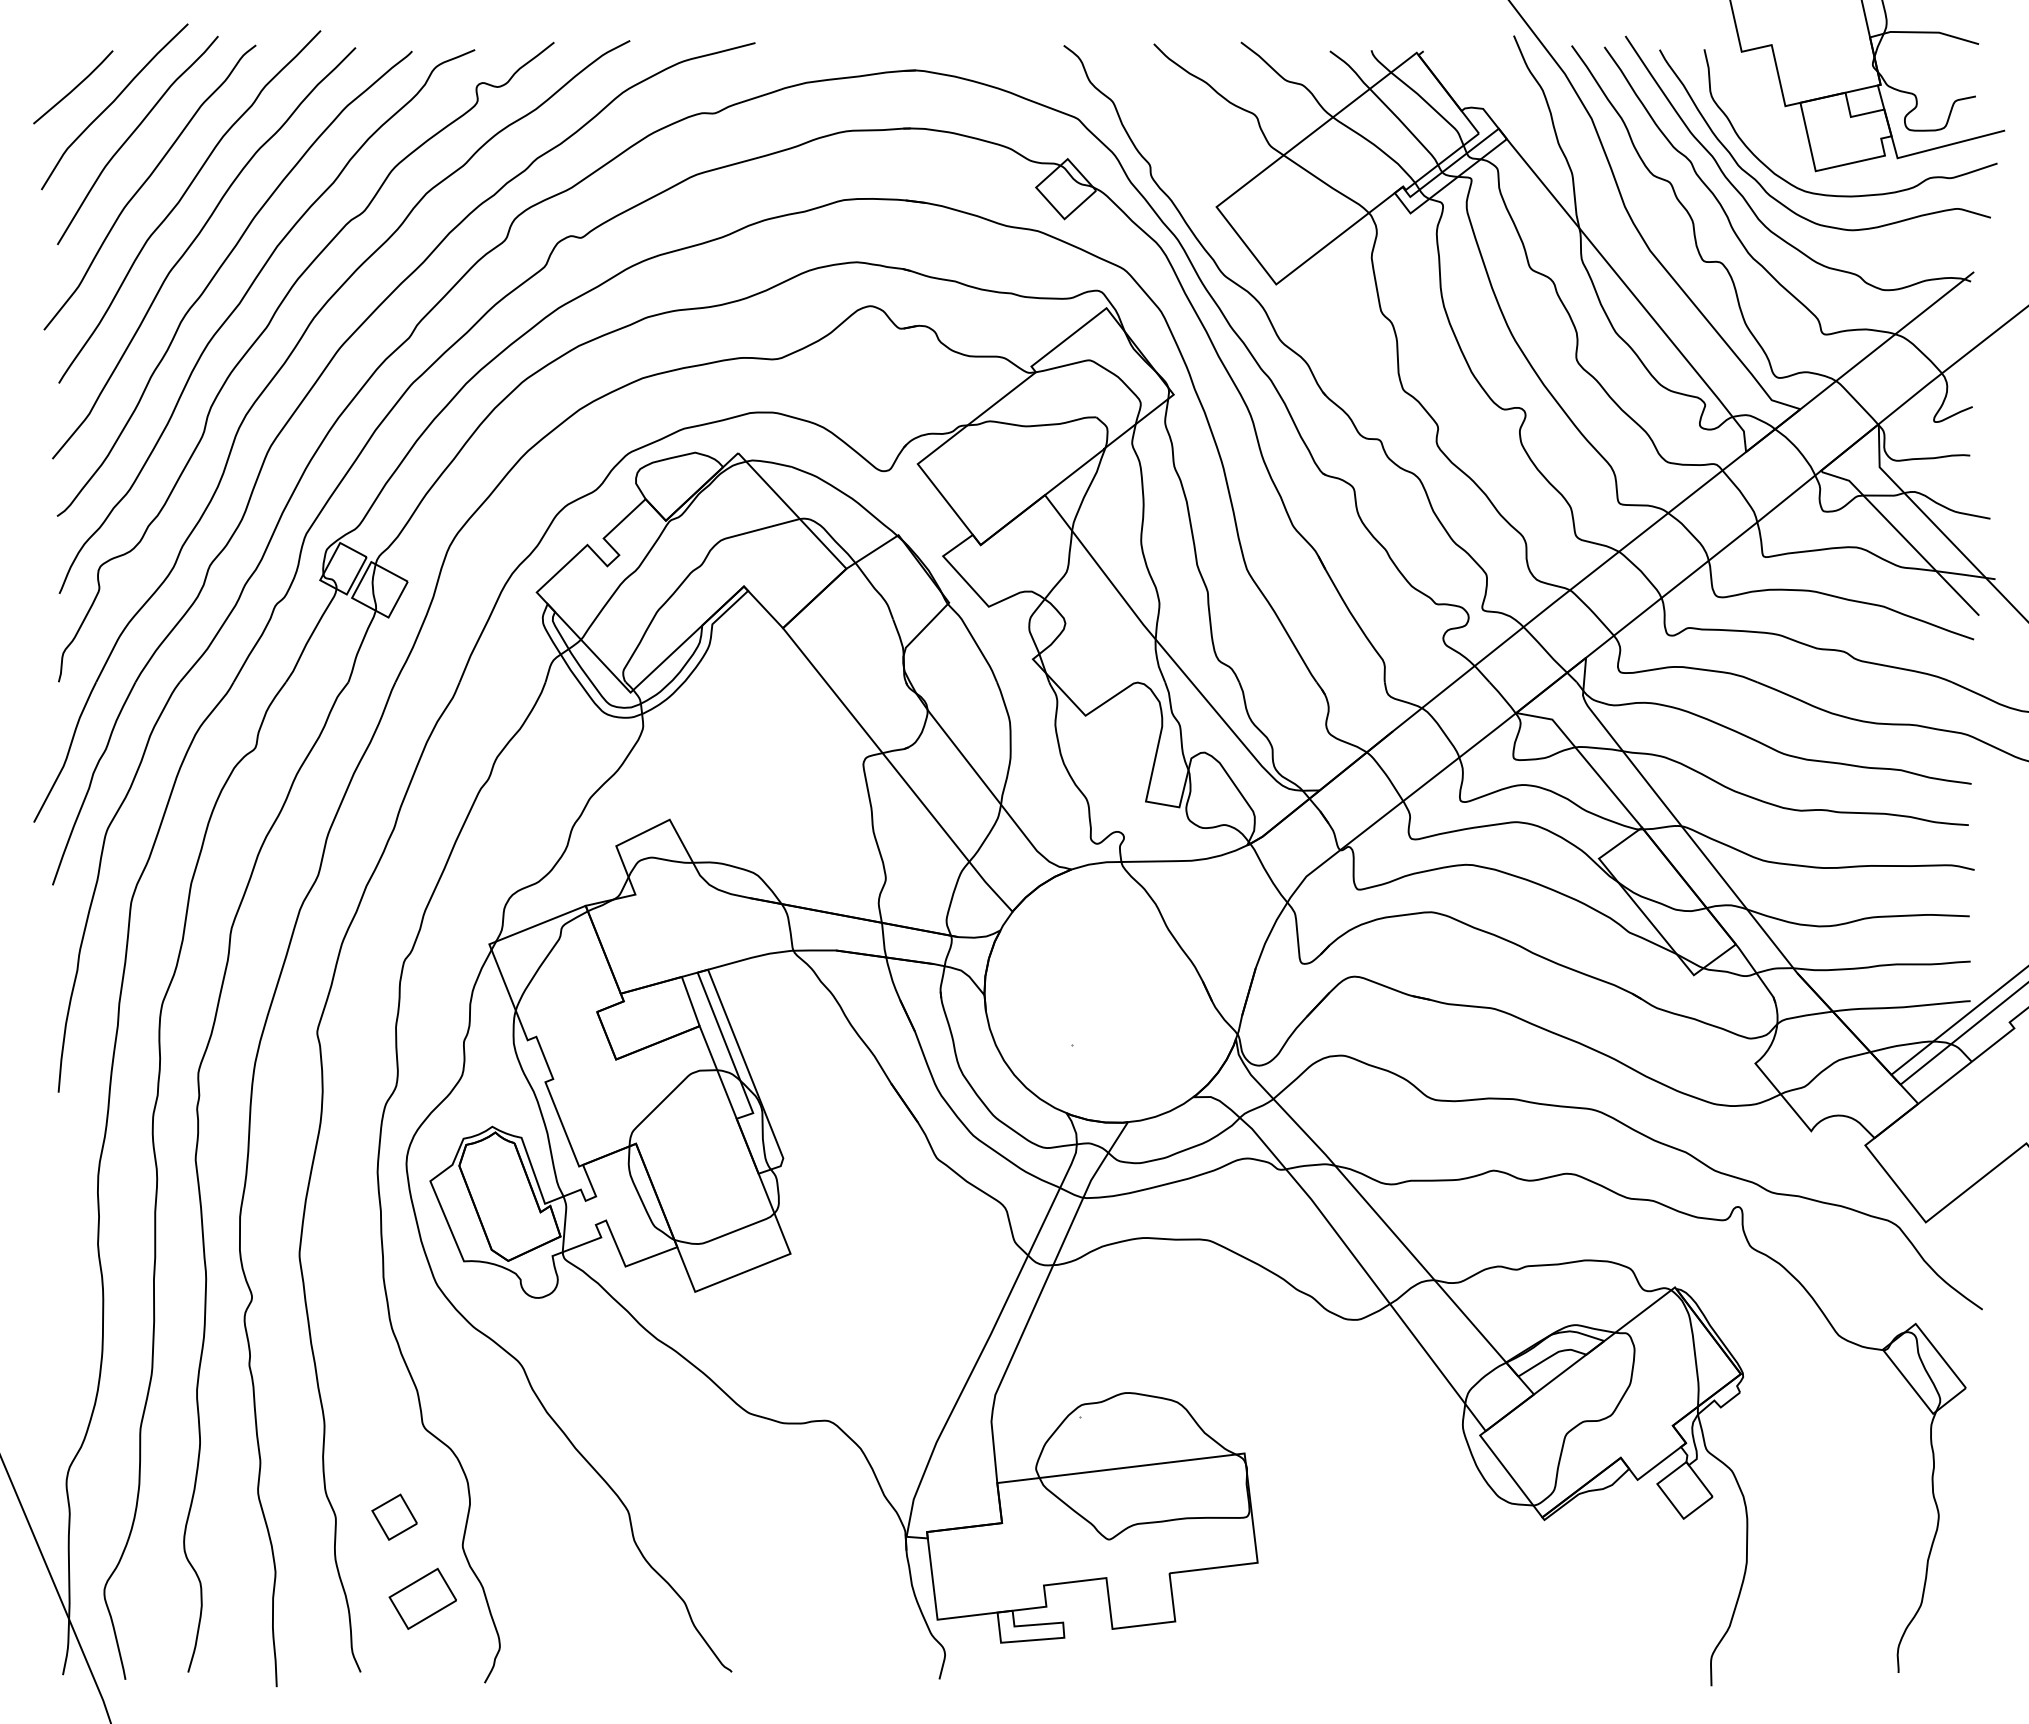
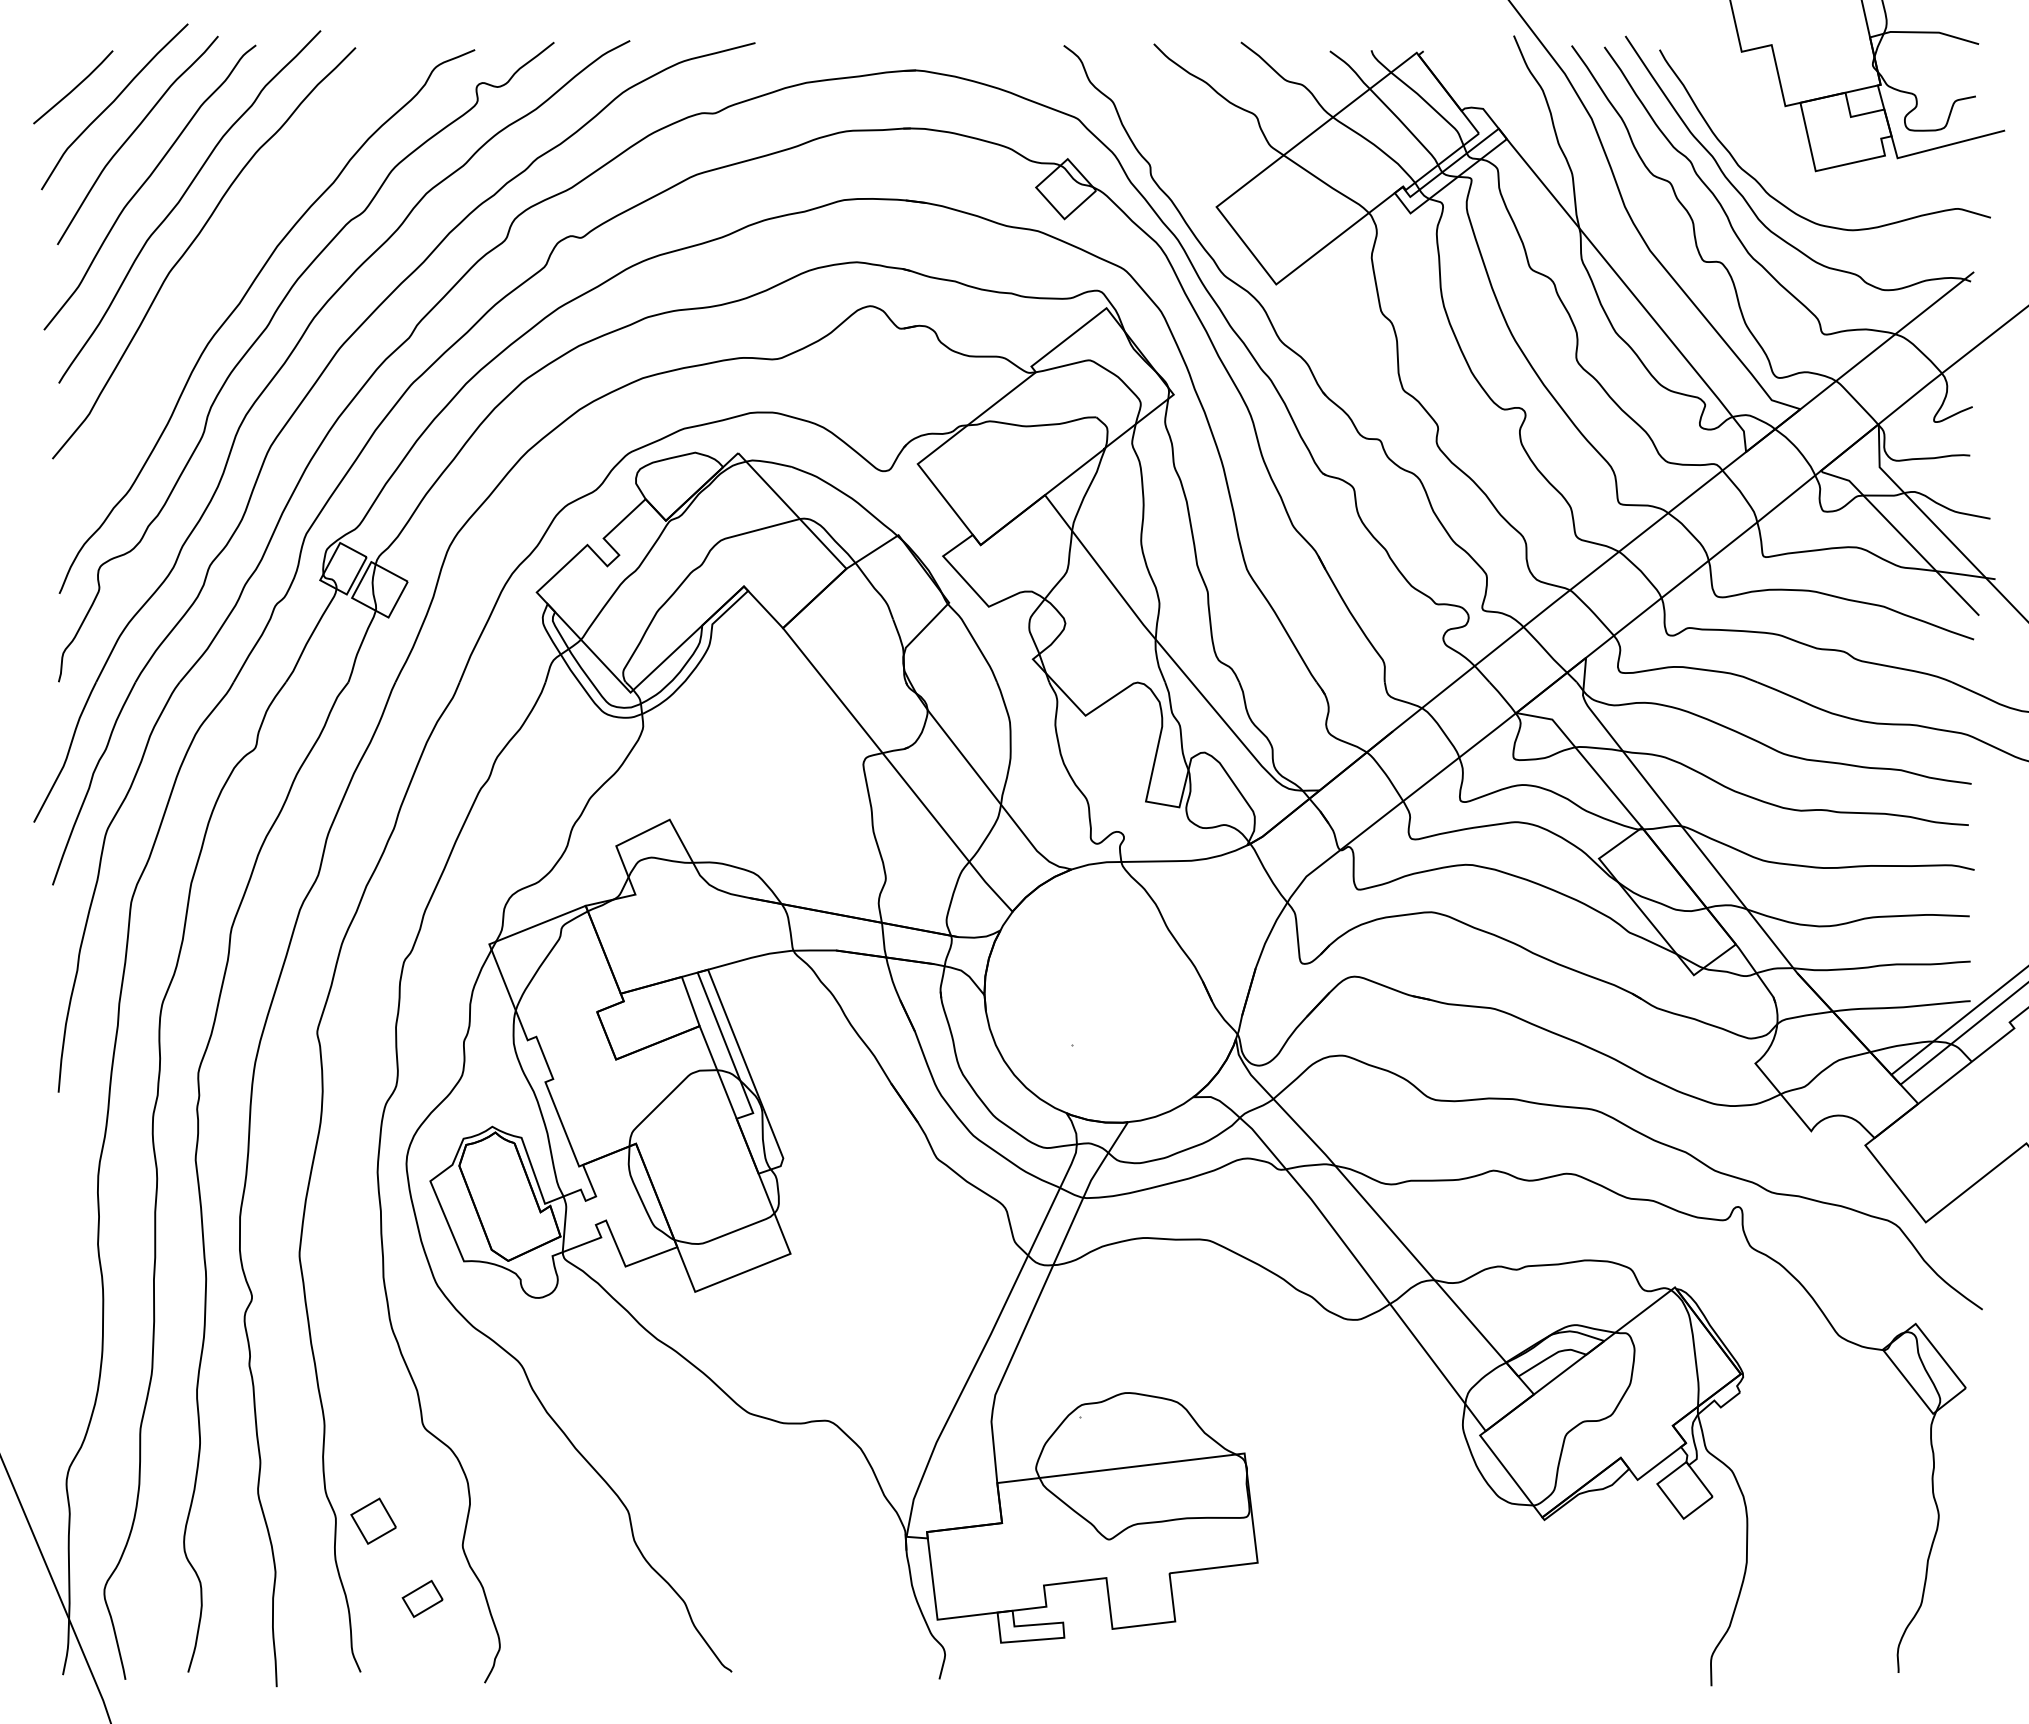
curve at (1850, 195): present -> none
curve at (217, 273): present -> none
part at (394, 1516) position: (394, 1516) -> (373, 1520)
part at (422, 1598) size: 69x62 px -> 43x39 px
